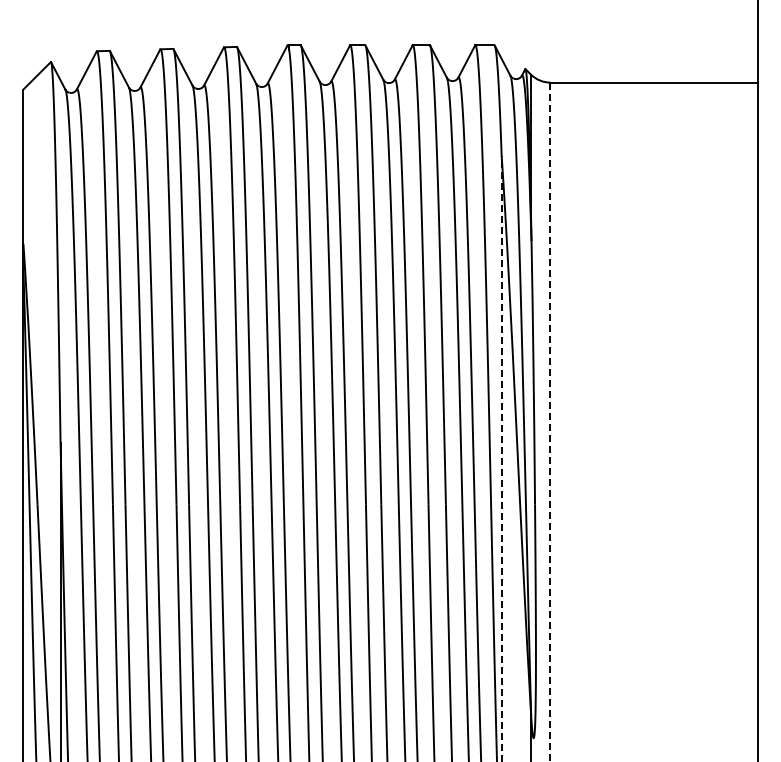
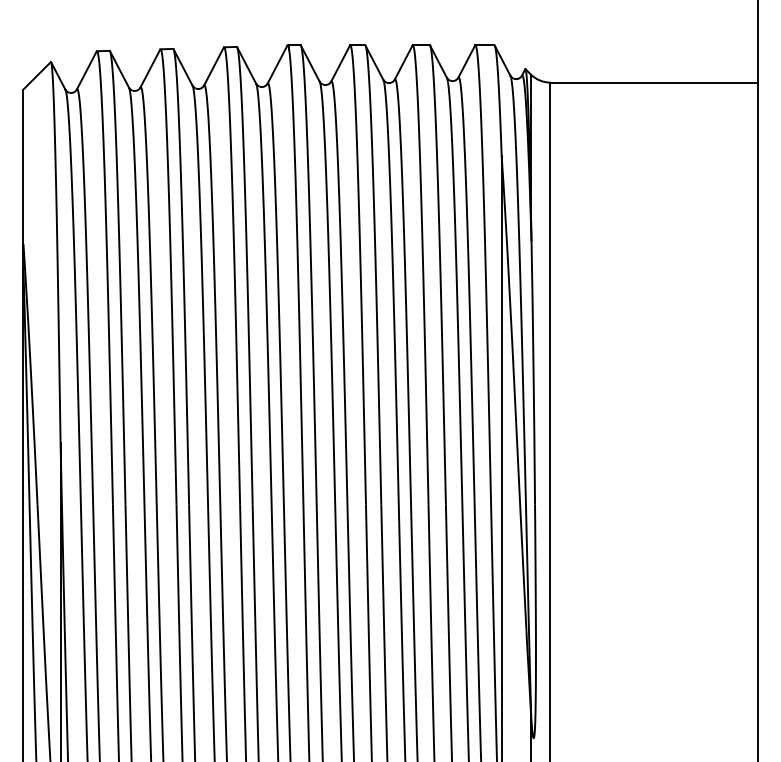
line at (550, 422): dashed -> solid
line at (501, 458): dashed -> solid
